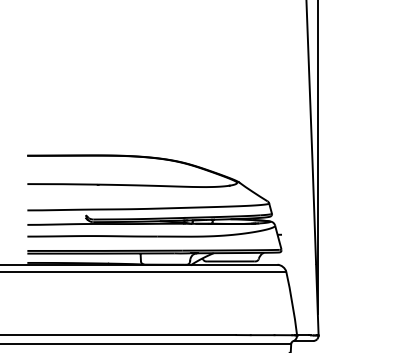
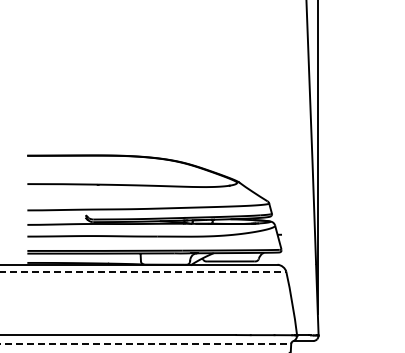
line at (143, 271): solid -> dashed
line at (146, 343): solid -> dashed
